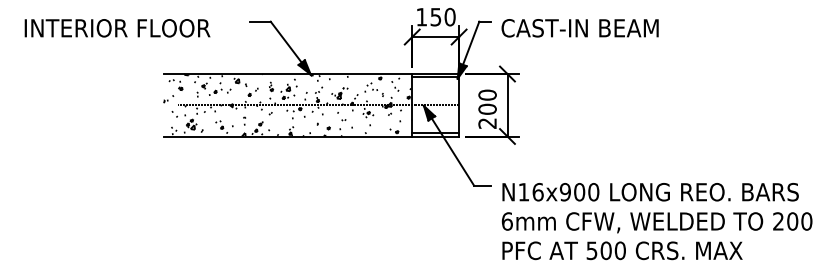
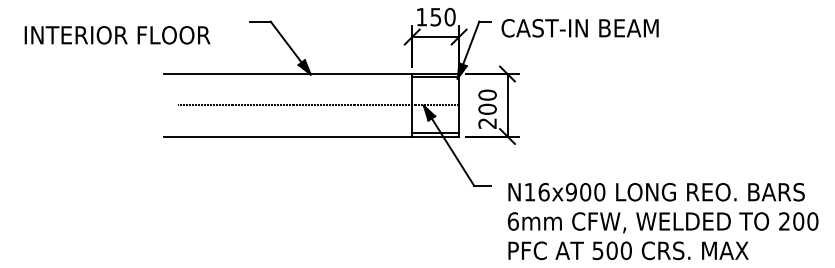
text at (117, 28) position: (117, 28) -> (117, 35)
hatch at (287, 105): present -> none
text at (656, 221) position: (656, 221) -> (662, 221)
